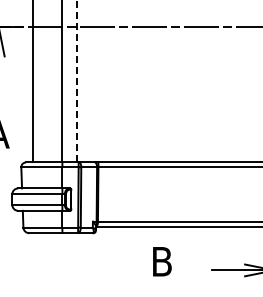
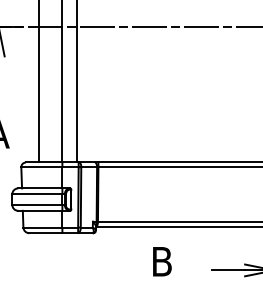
line at (77, 81): dashed -> solid
line at (32, 82) position: (32, 82) -> (38, 82)
